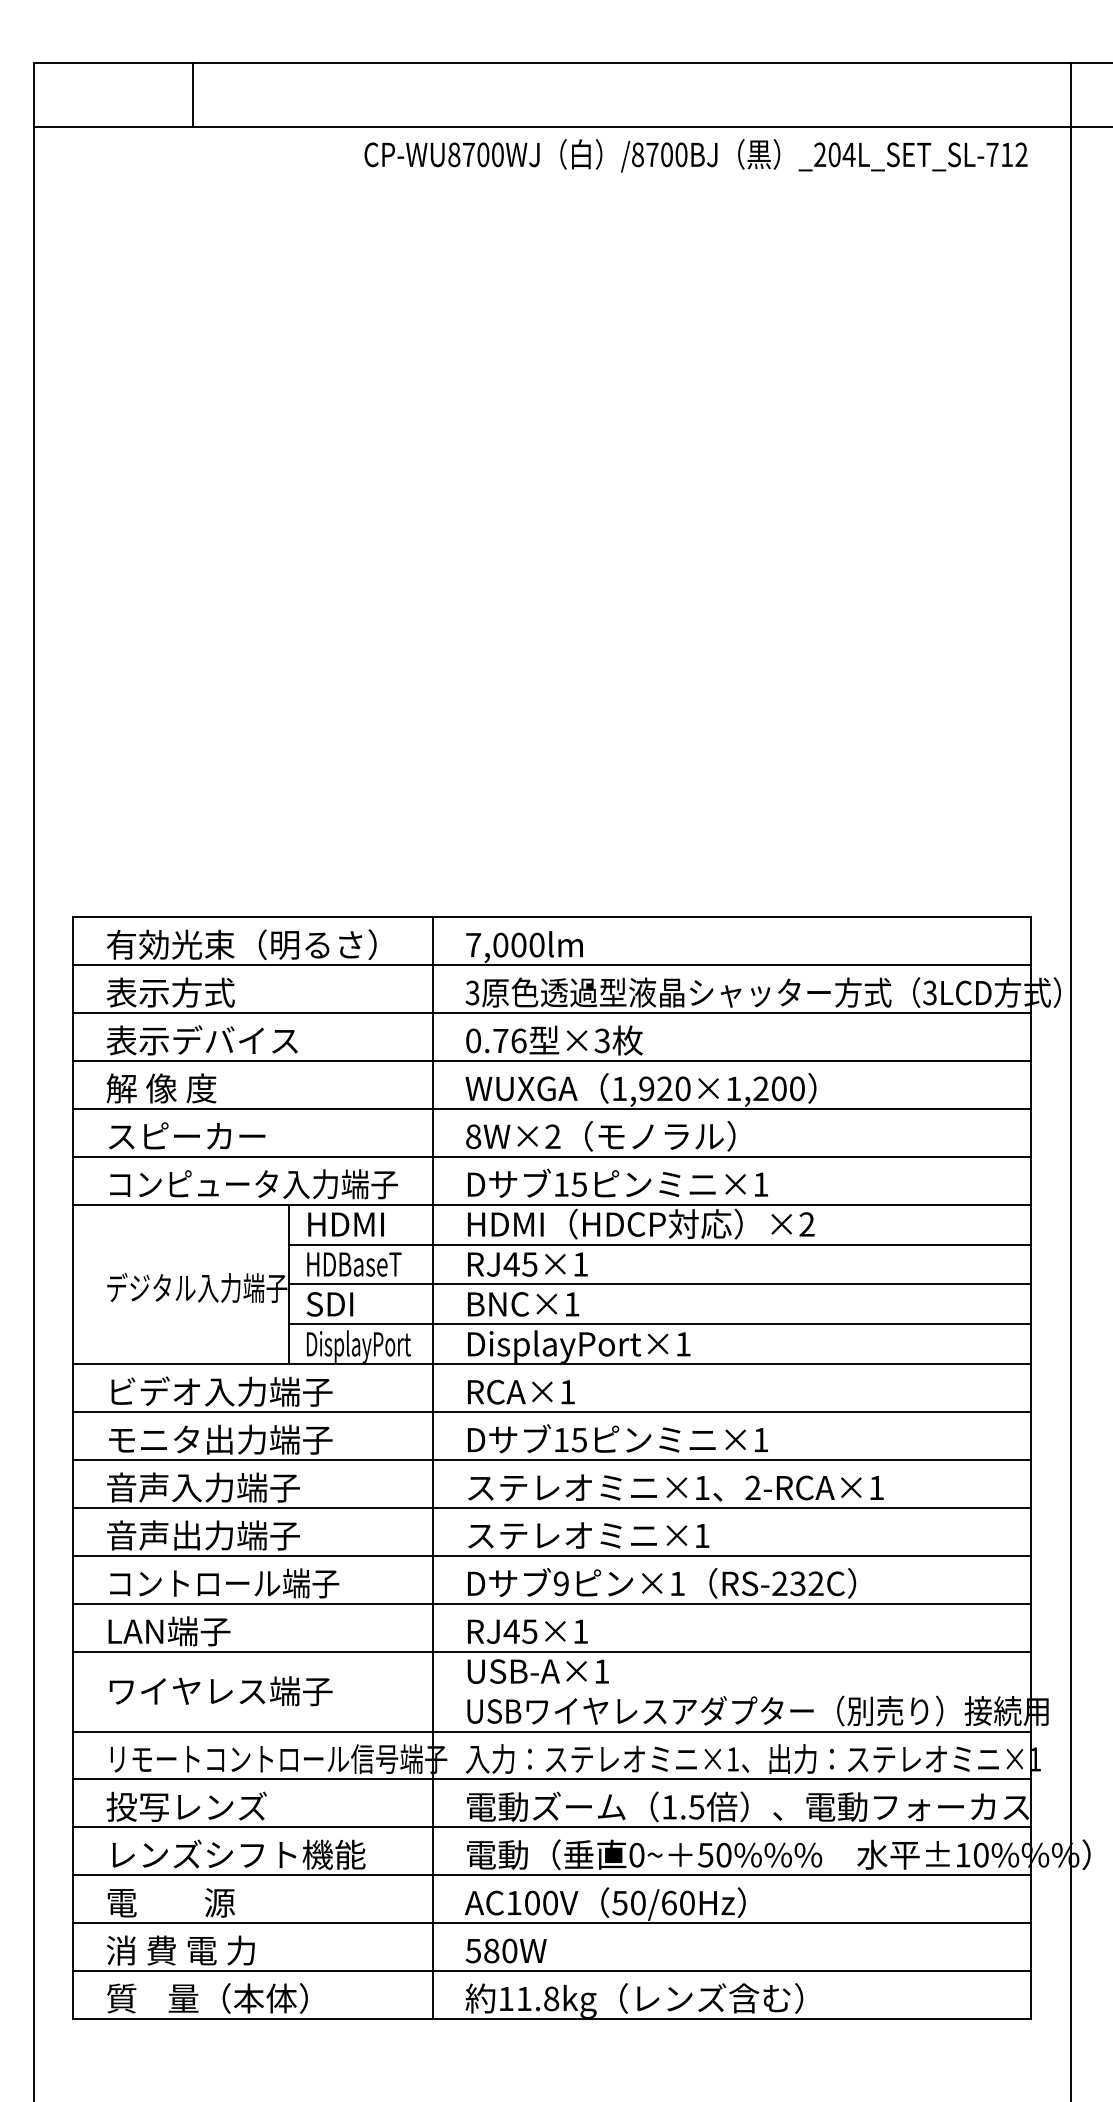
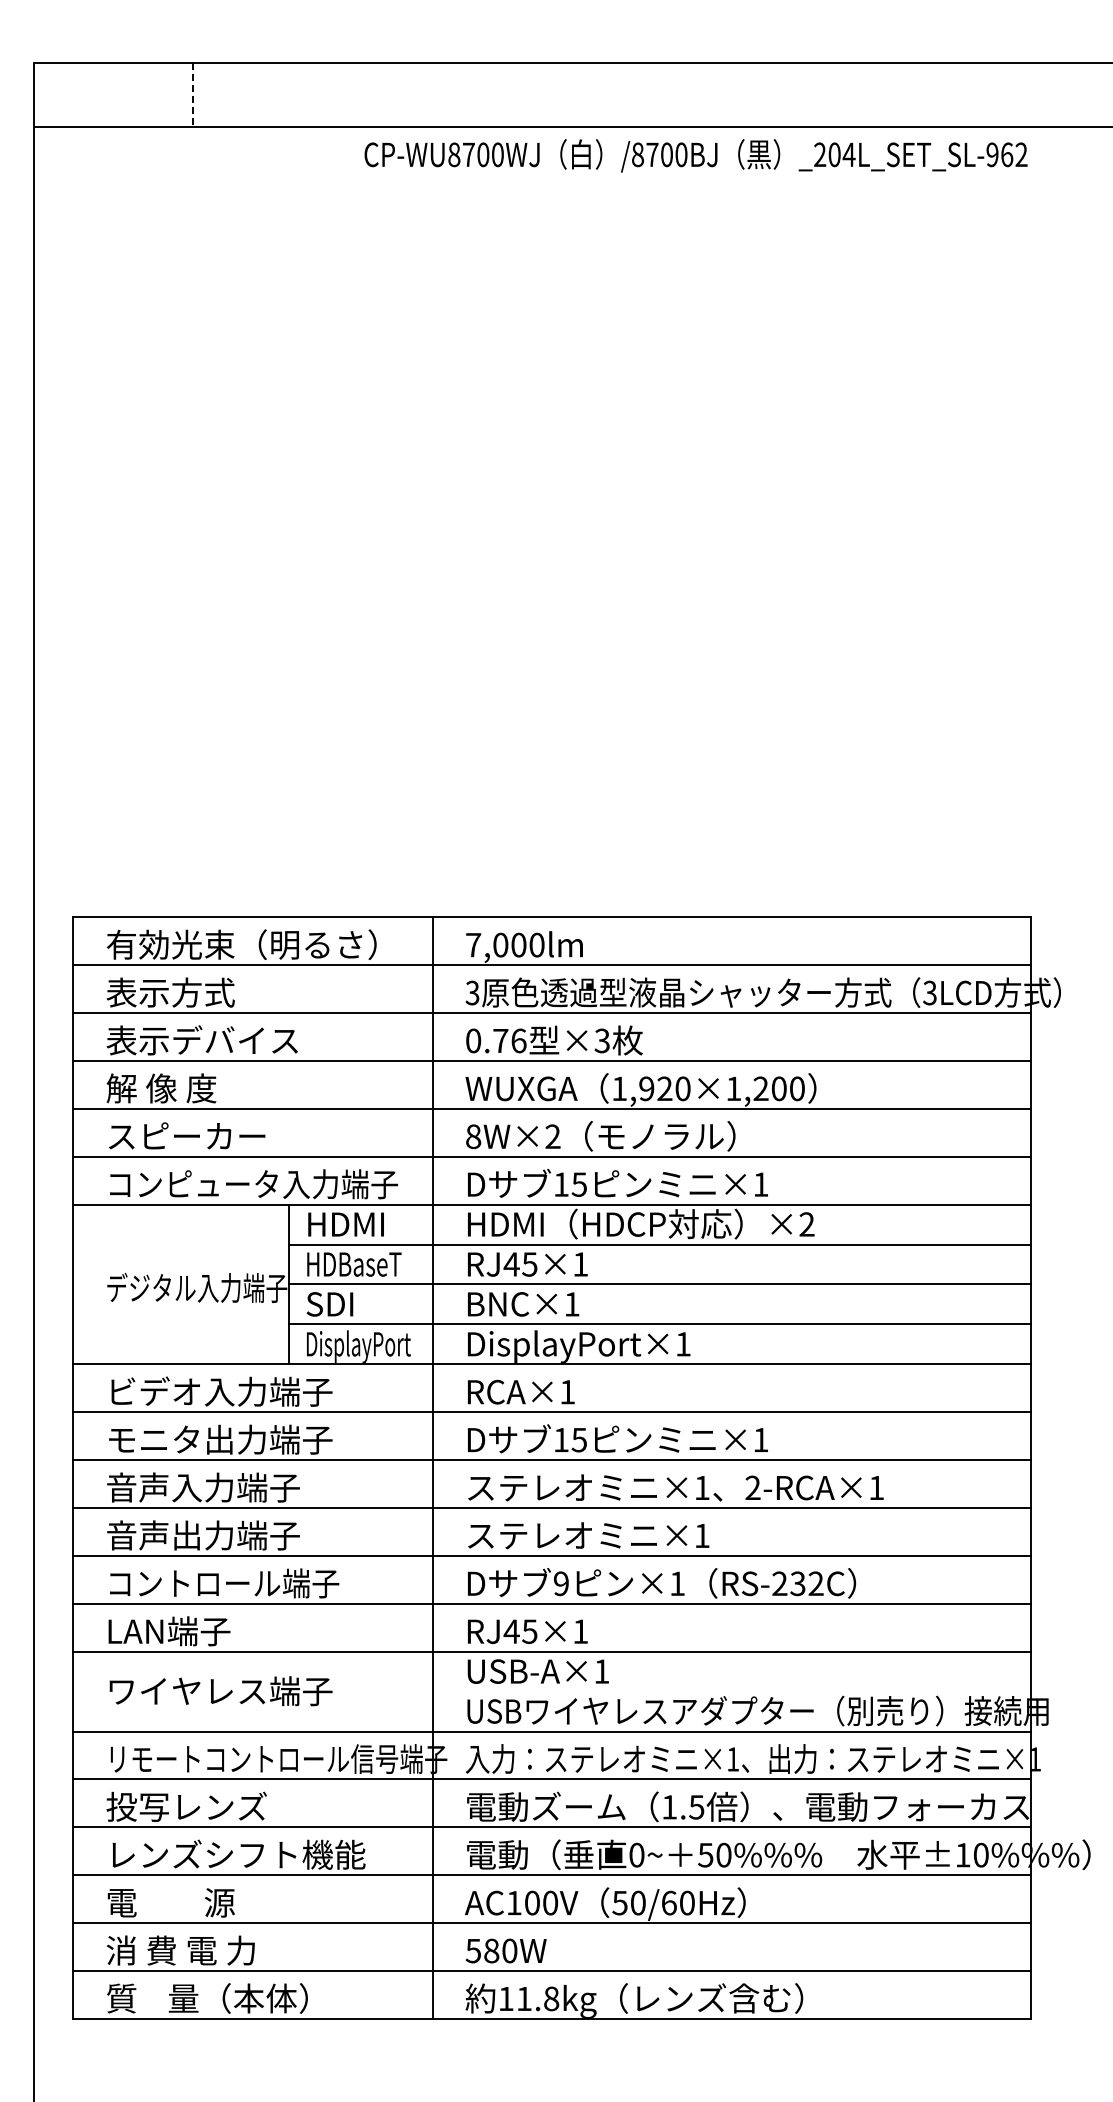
line at (193, 94): solid -> dashed
text at (999, 154): _204L_SET_SL-712 -> _204L_SET_SL-962
line at (1071, 1080): present -> none
